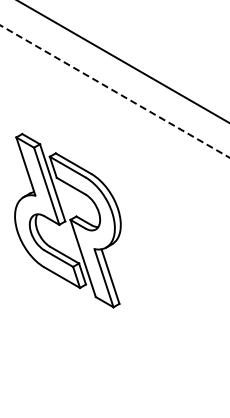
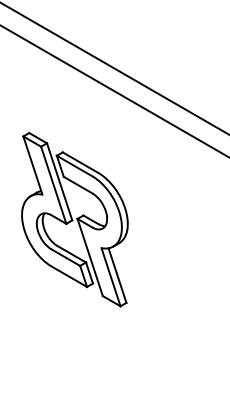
line at (123, 61) position: (123, 61) -> (114, 68)
line at (114, 91): dashed -> solid
part at (67, 220) position: (67, 220) -> (74, 219)
